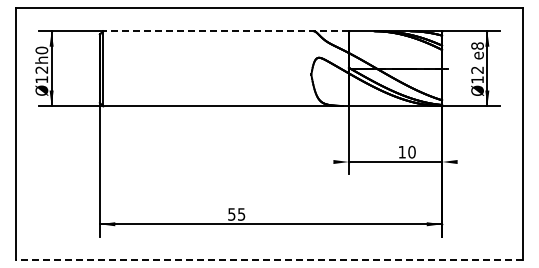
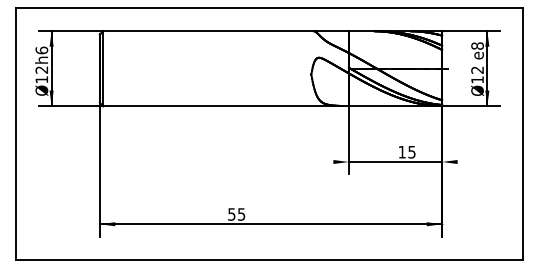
line at (225, 31): dashed -> solid
text at (41, 50): Ø12h0 -> Ø12h6
text at (411, 151): 10 -> 15
line at (269, 259): dashed -> solid
